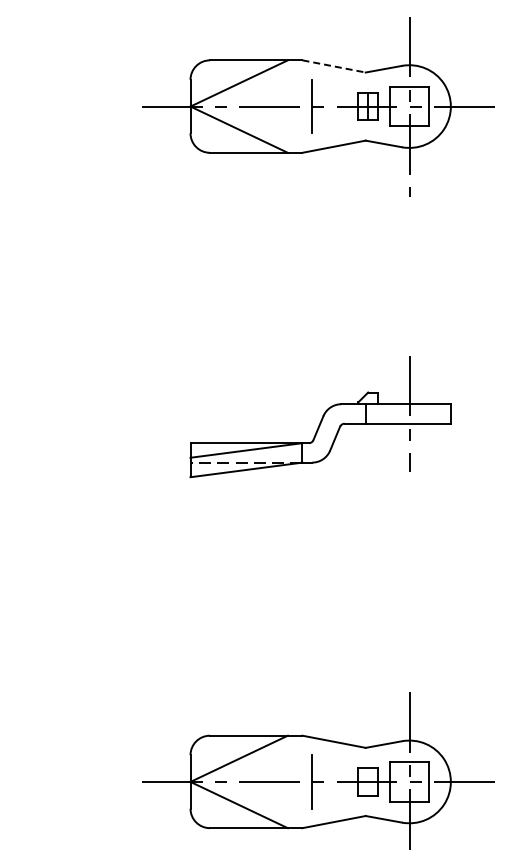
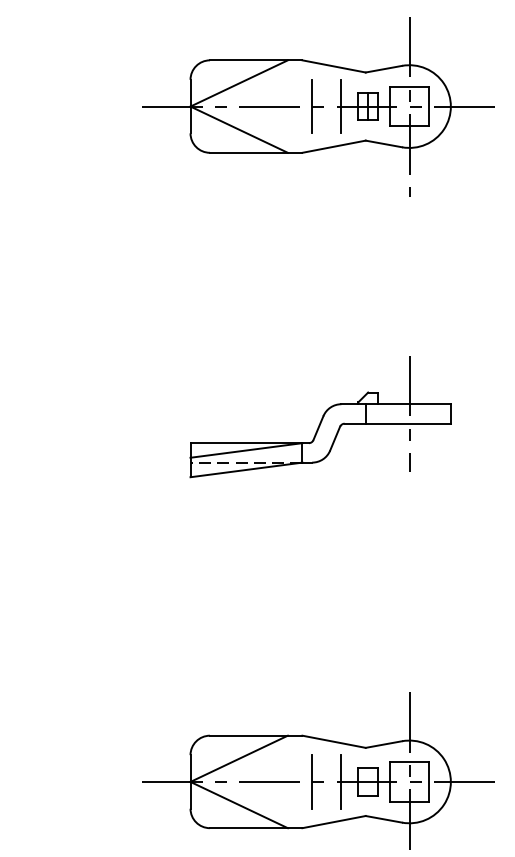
line at (334, 66): dashed -> solid
line at (341, 106): none -> present
line at (341, 781): none -> present
